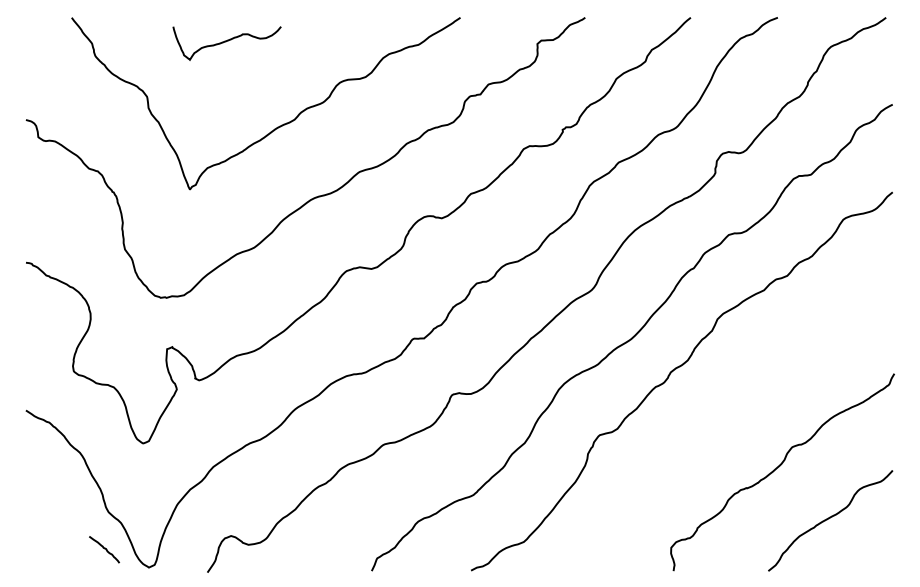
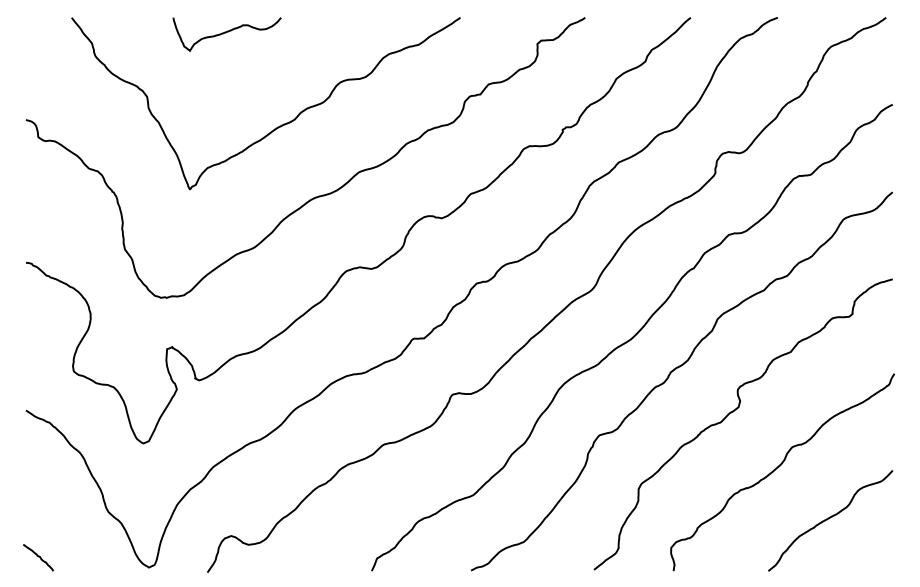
curve at (226, 42) position: (226, 42) -> (226, 33)
curve at (733, 412): none -> present
curve at (104, 549) position: (104, 549) -> (38, 557)
